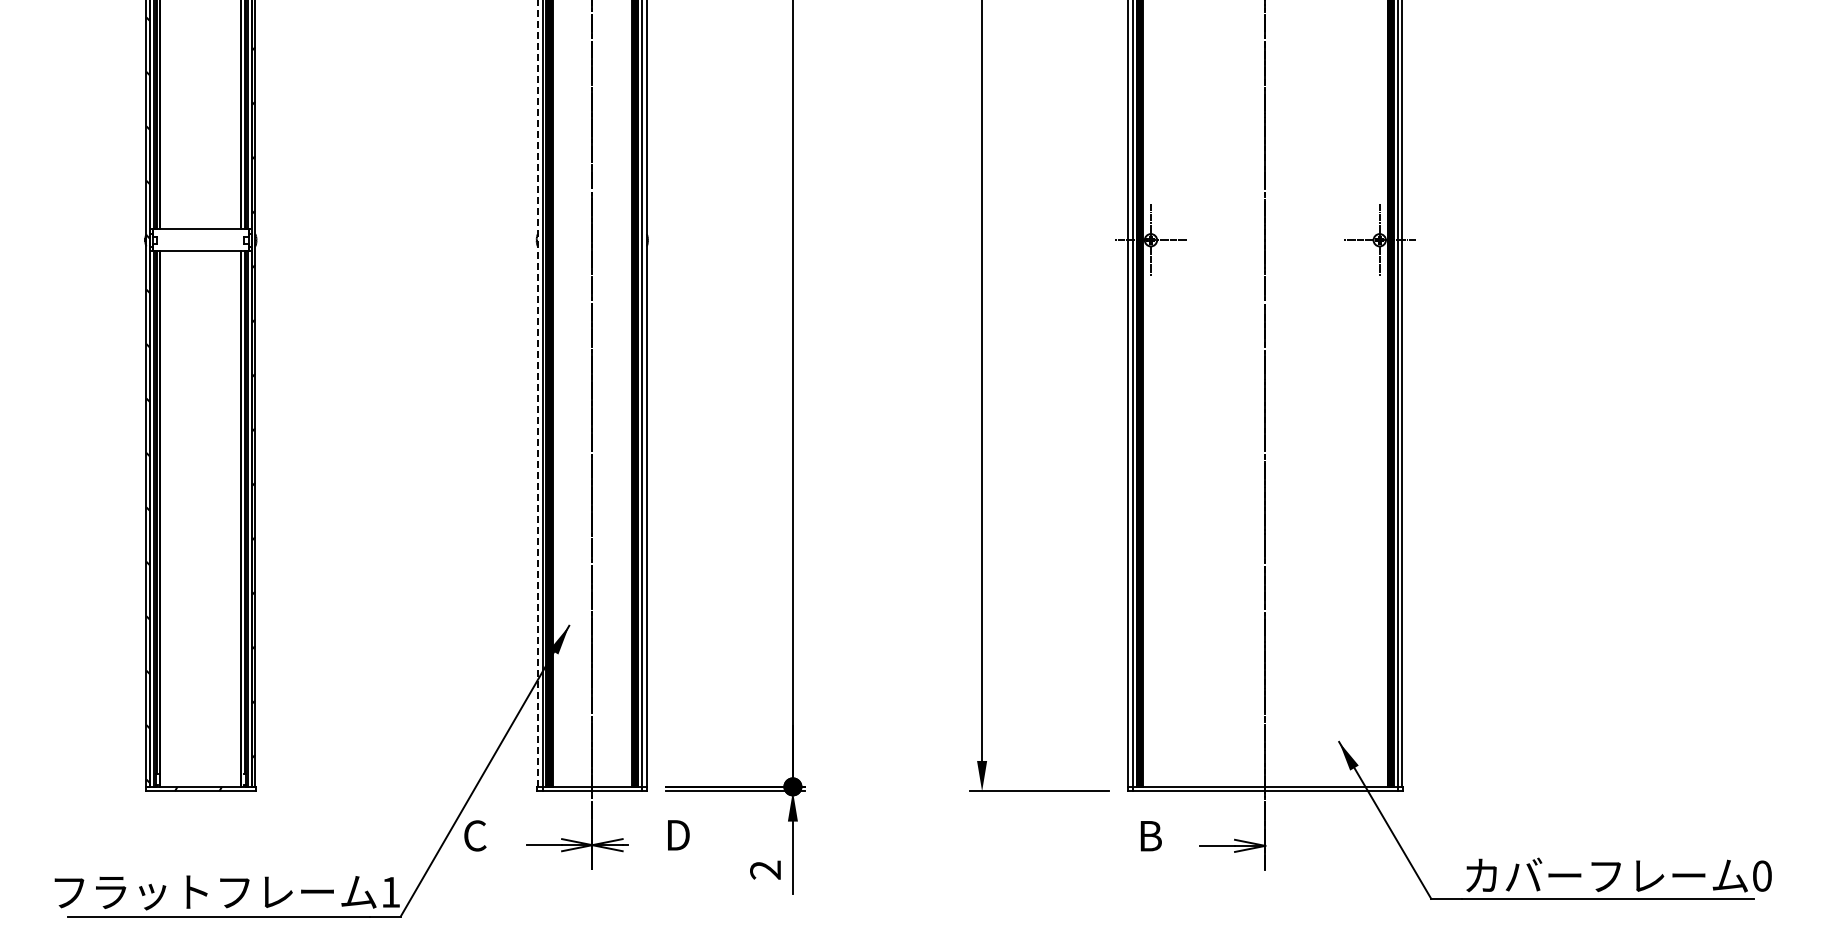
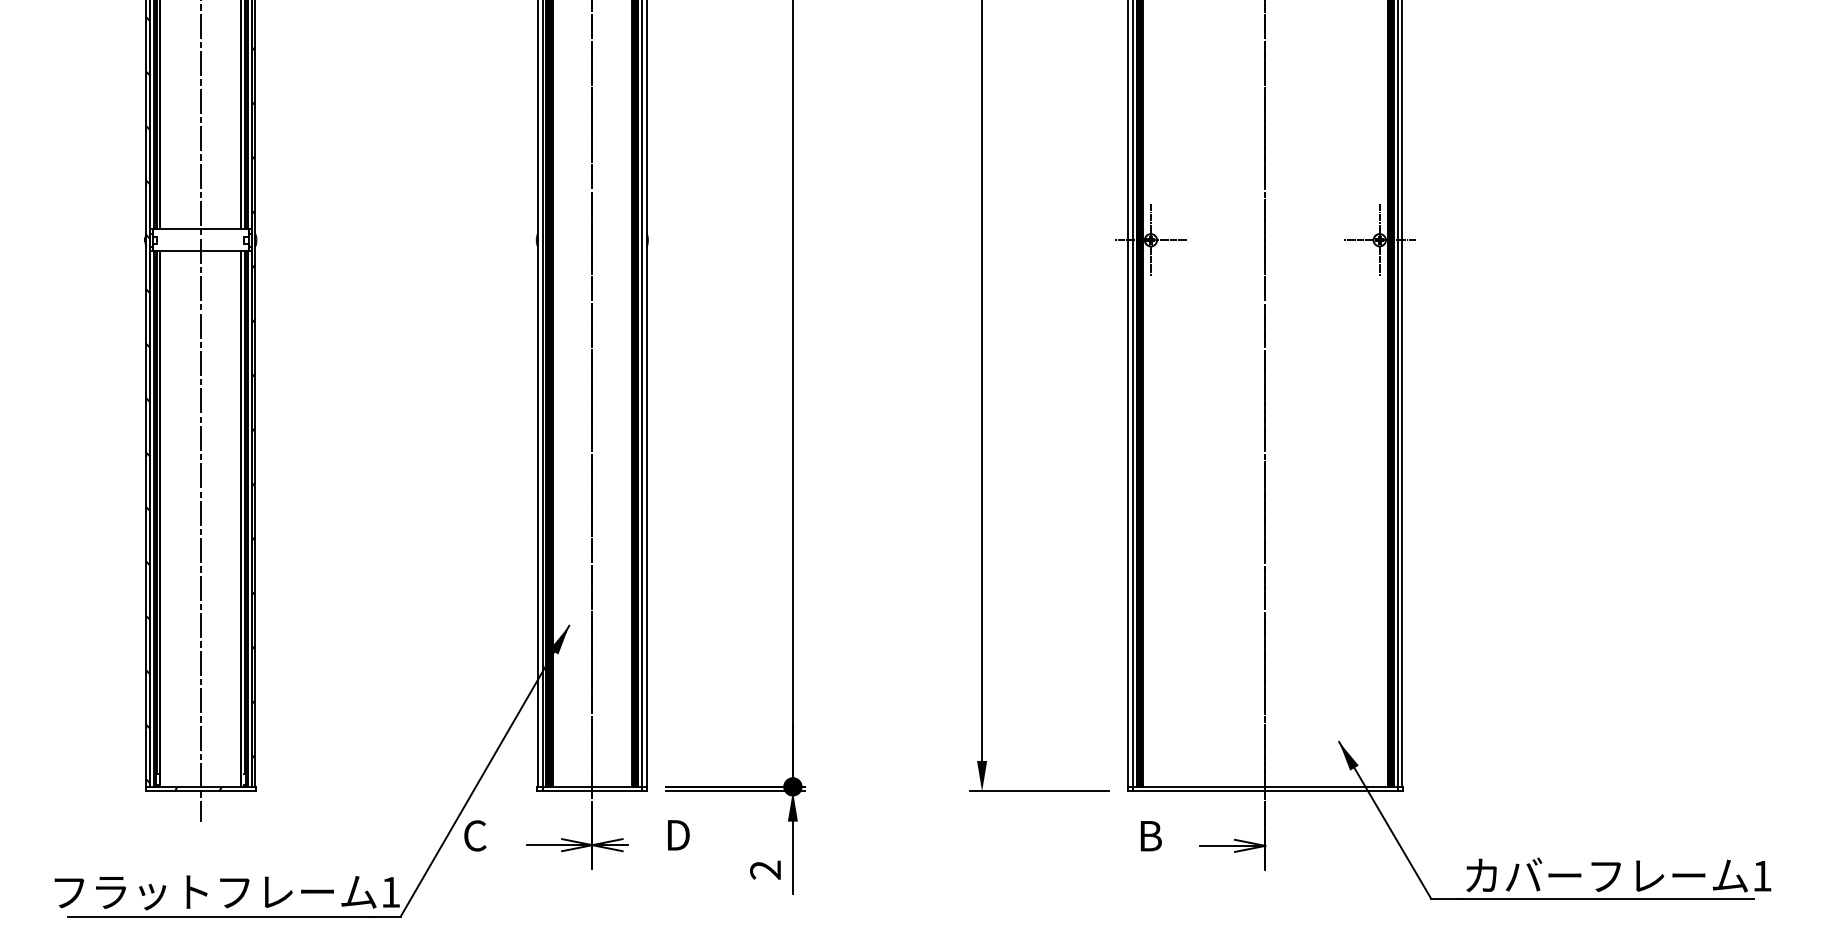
line at (537, 393): dashed -> solid
line at (200, 411): none -> present
text at (1762, 875): 0 -> 1
